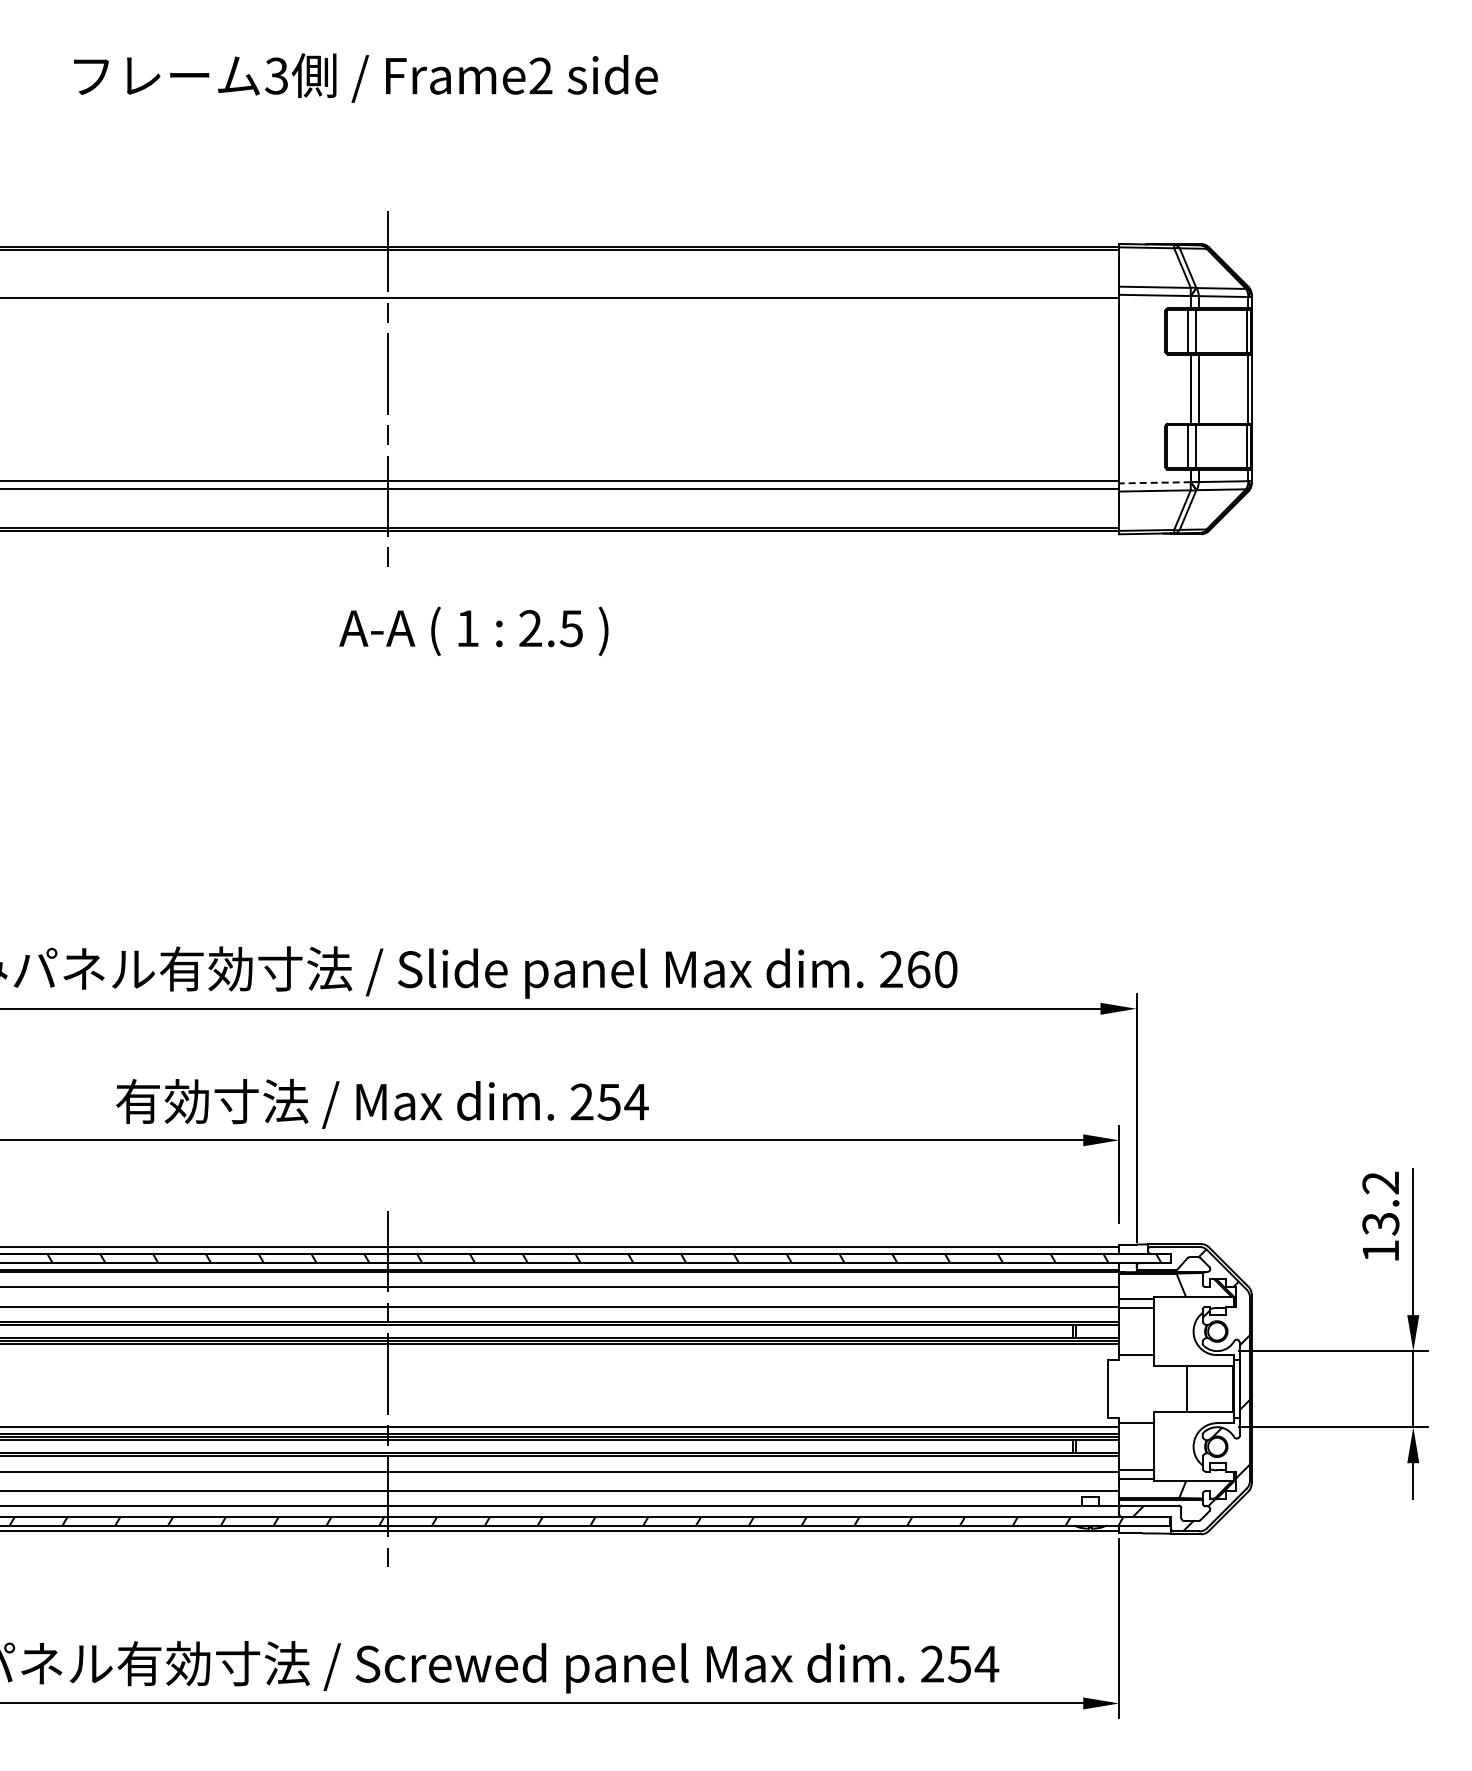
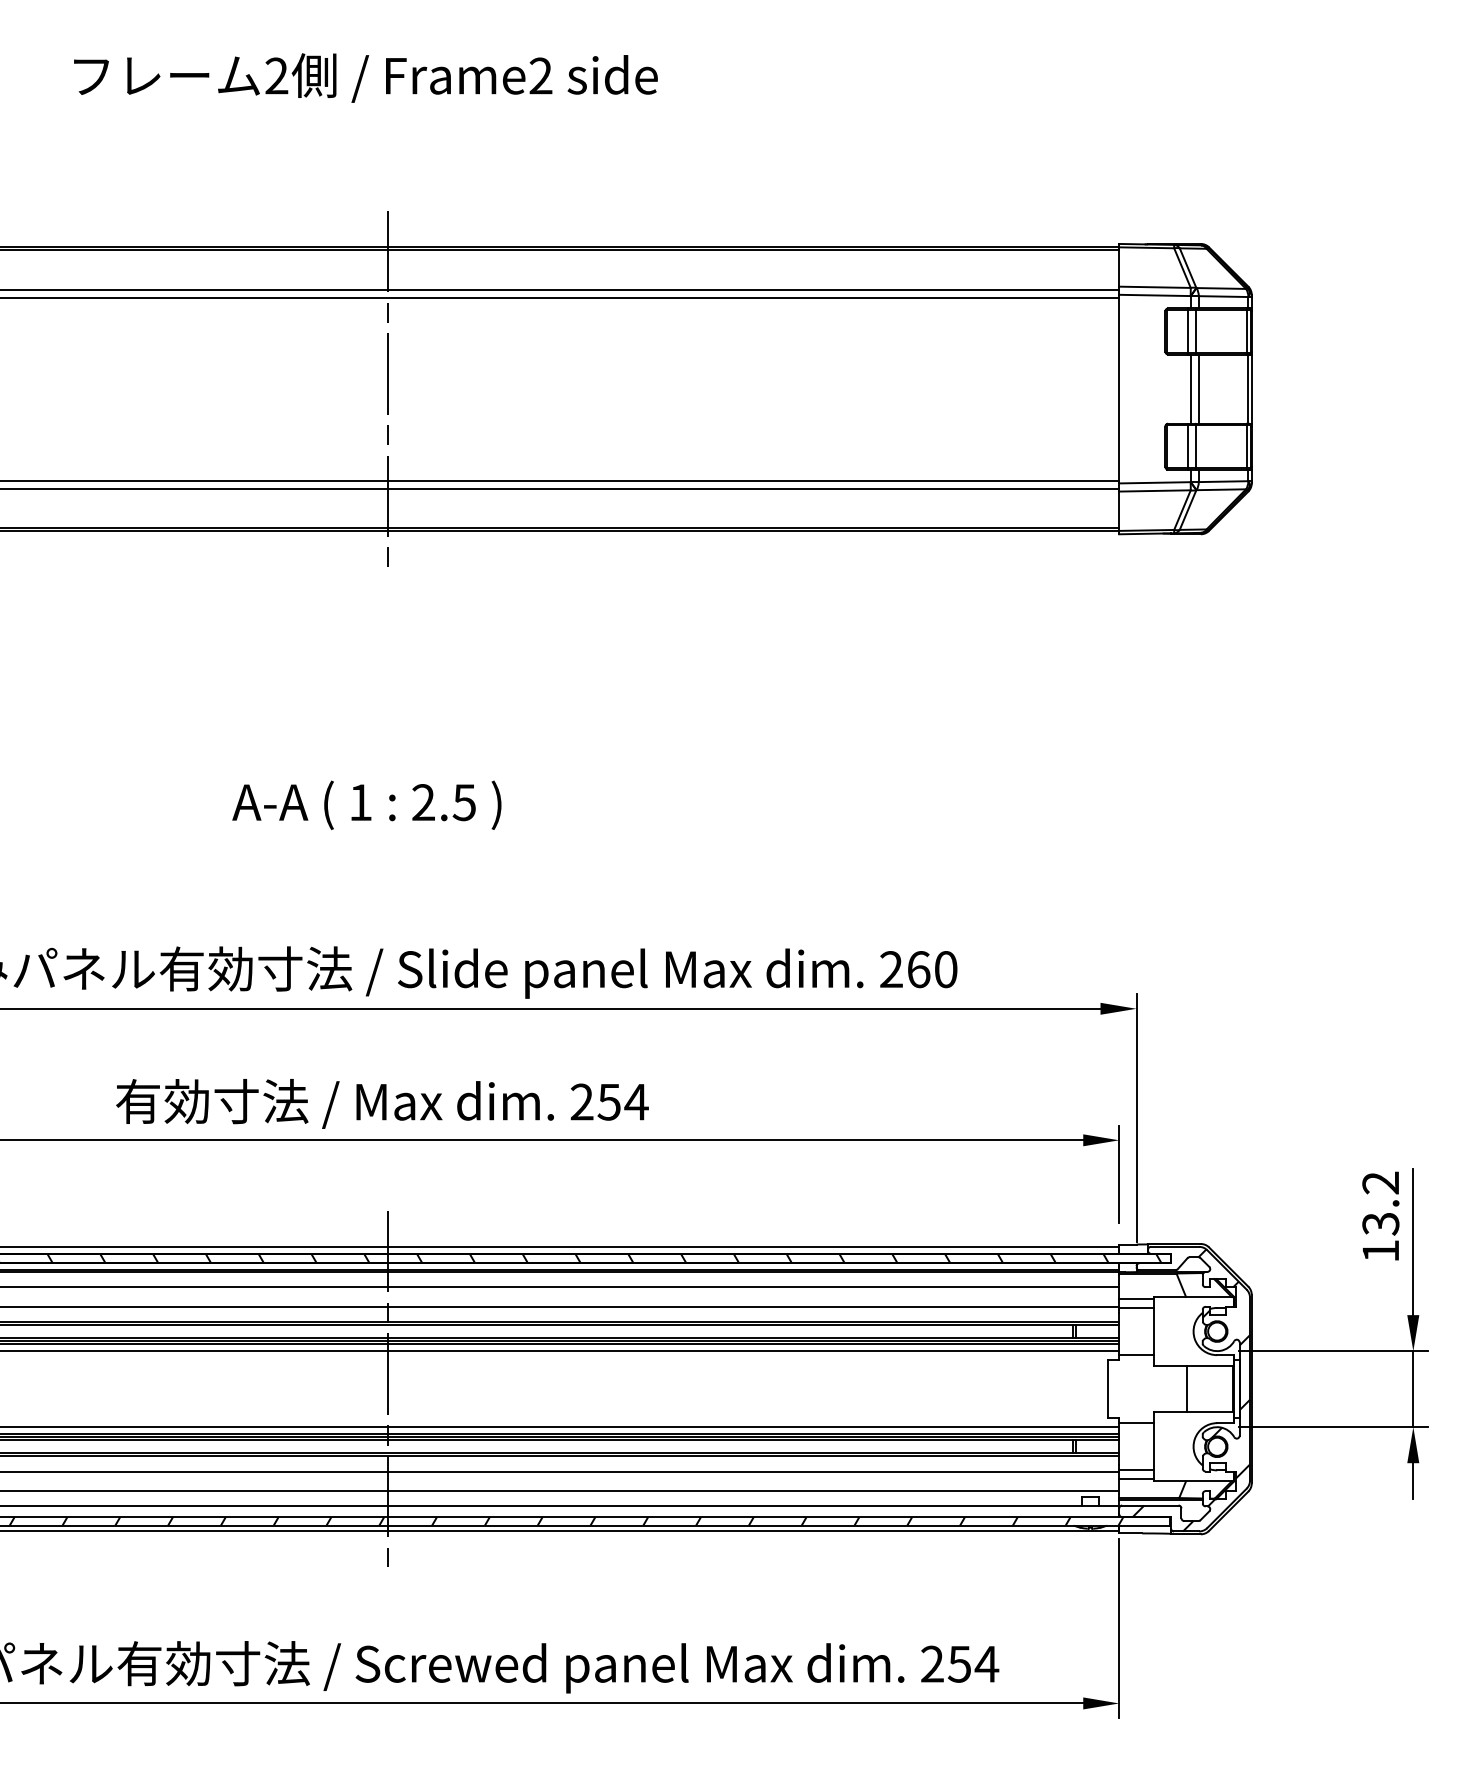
text at (276, 75): 3 -> 2
line at (560, 289): none -> present
line at (1154, 482): dashed -> solid
text at (473, 630) position: (473, 630) -> (366, 804)
line at (560, 1351): none -> present
